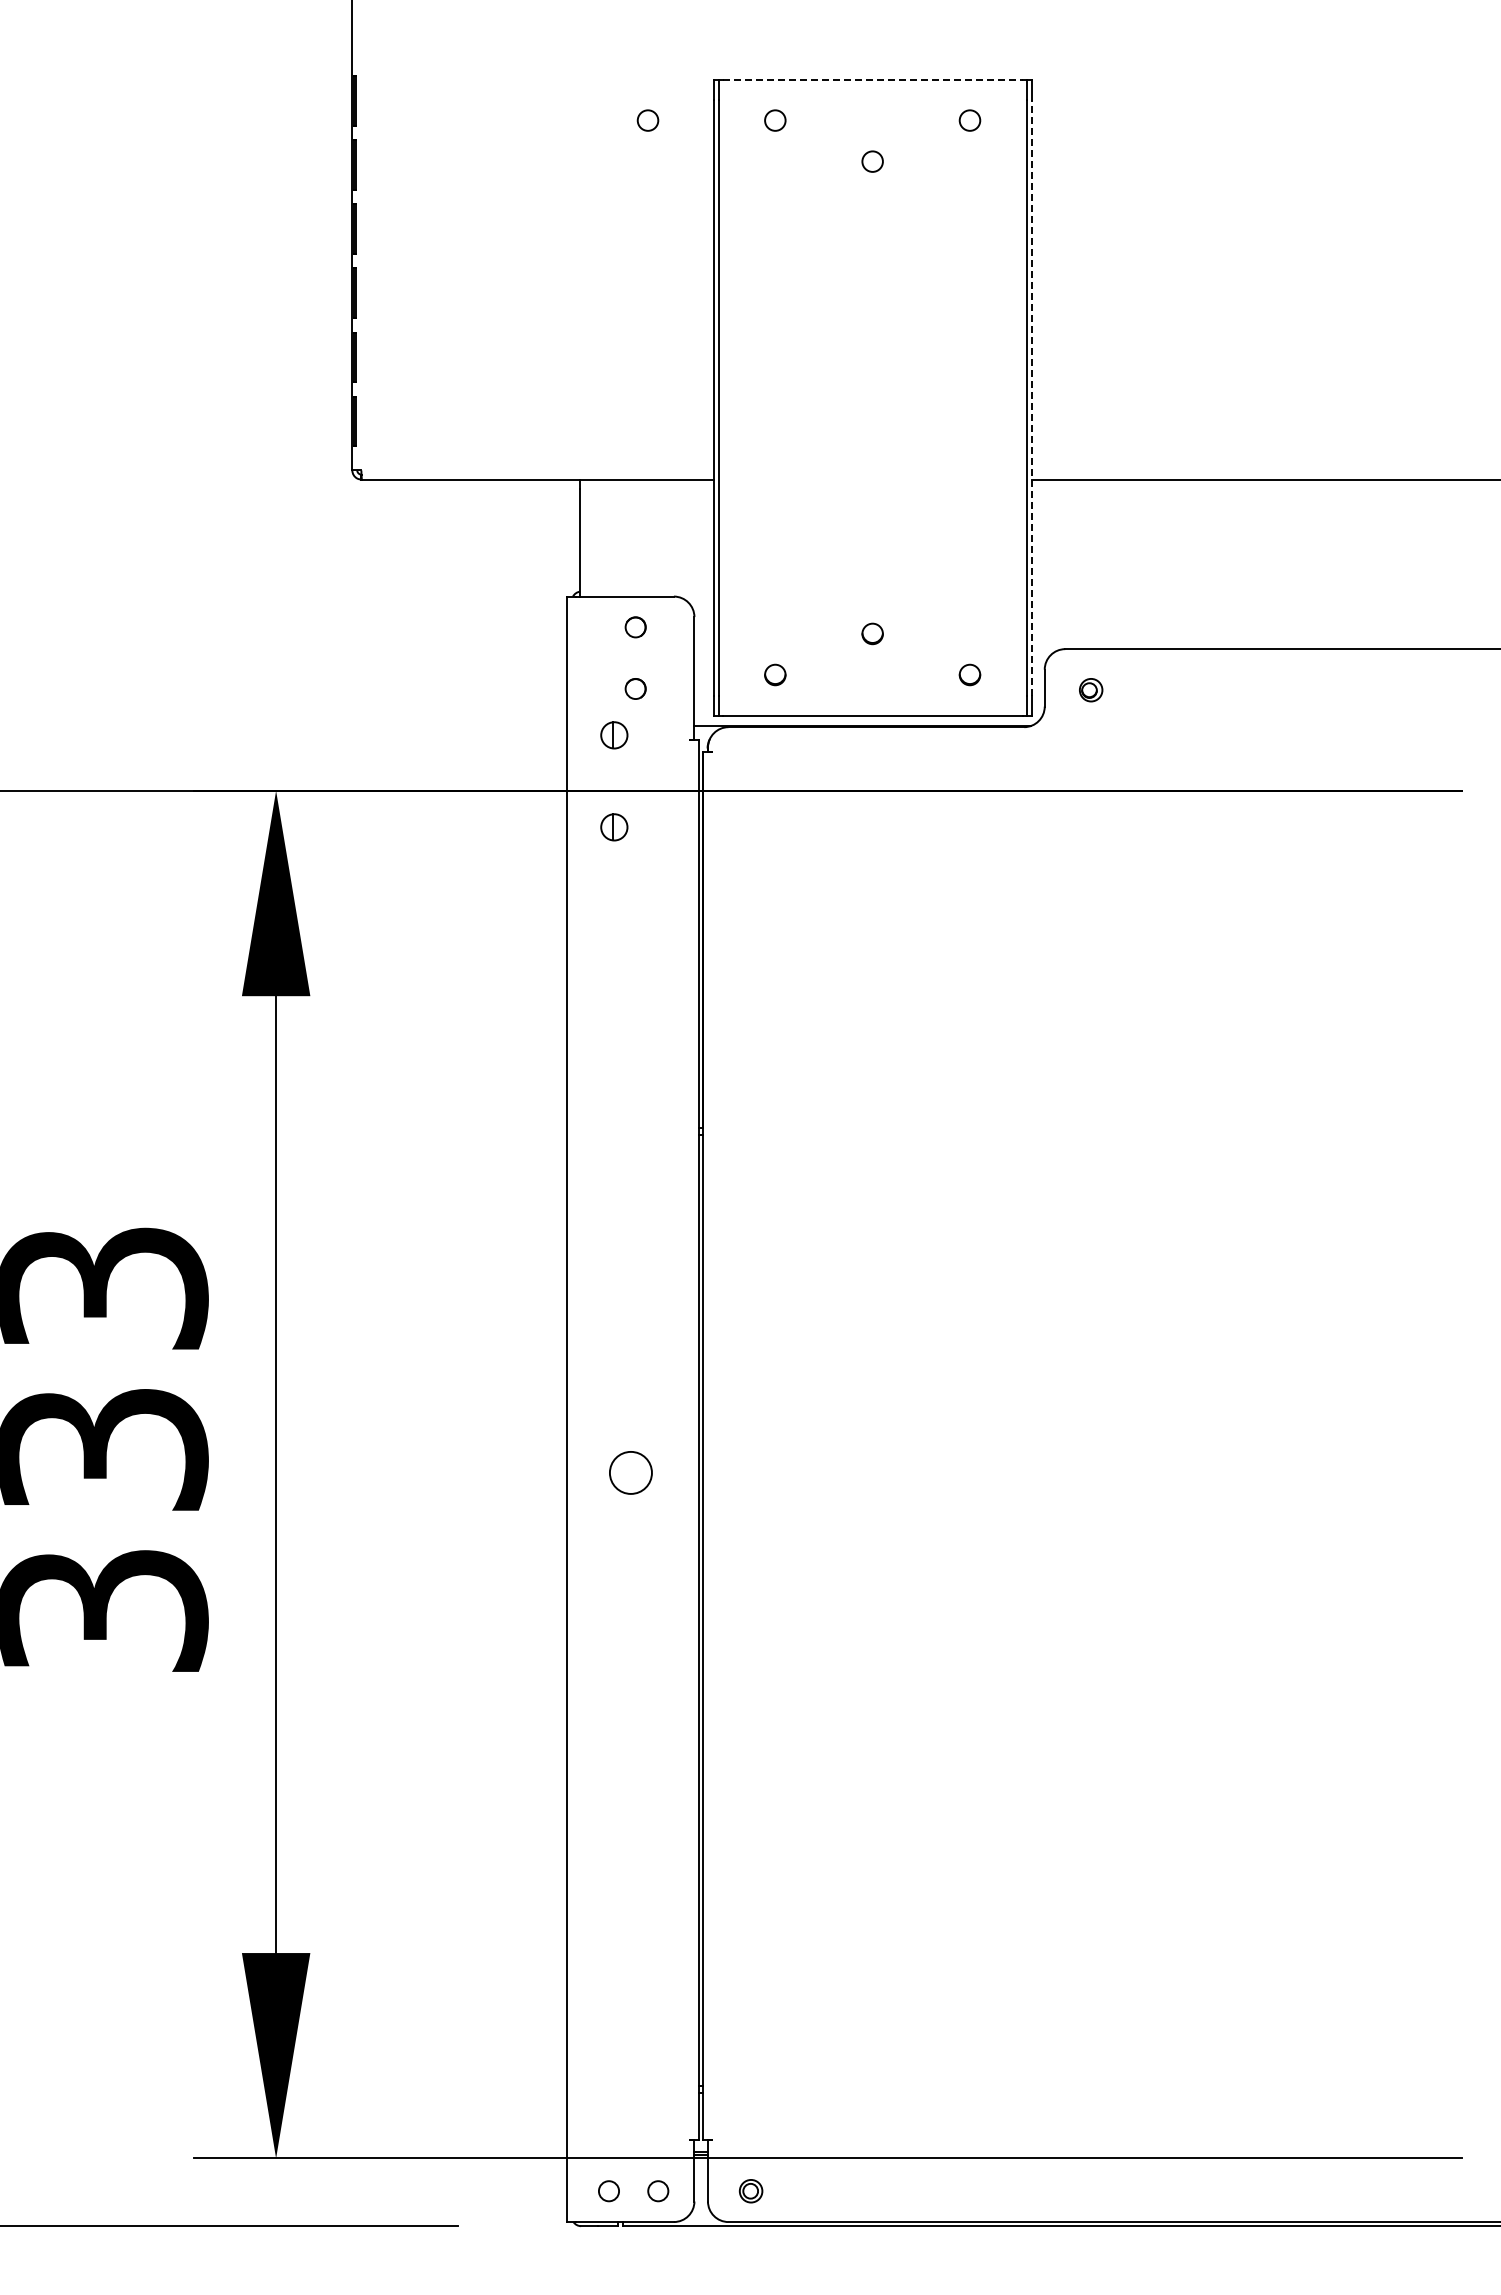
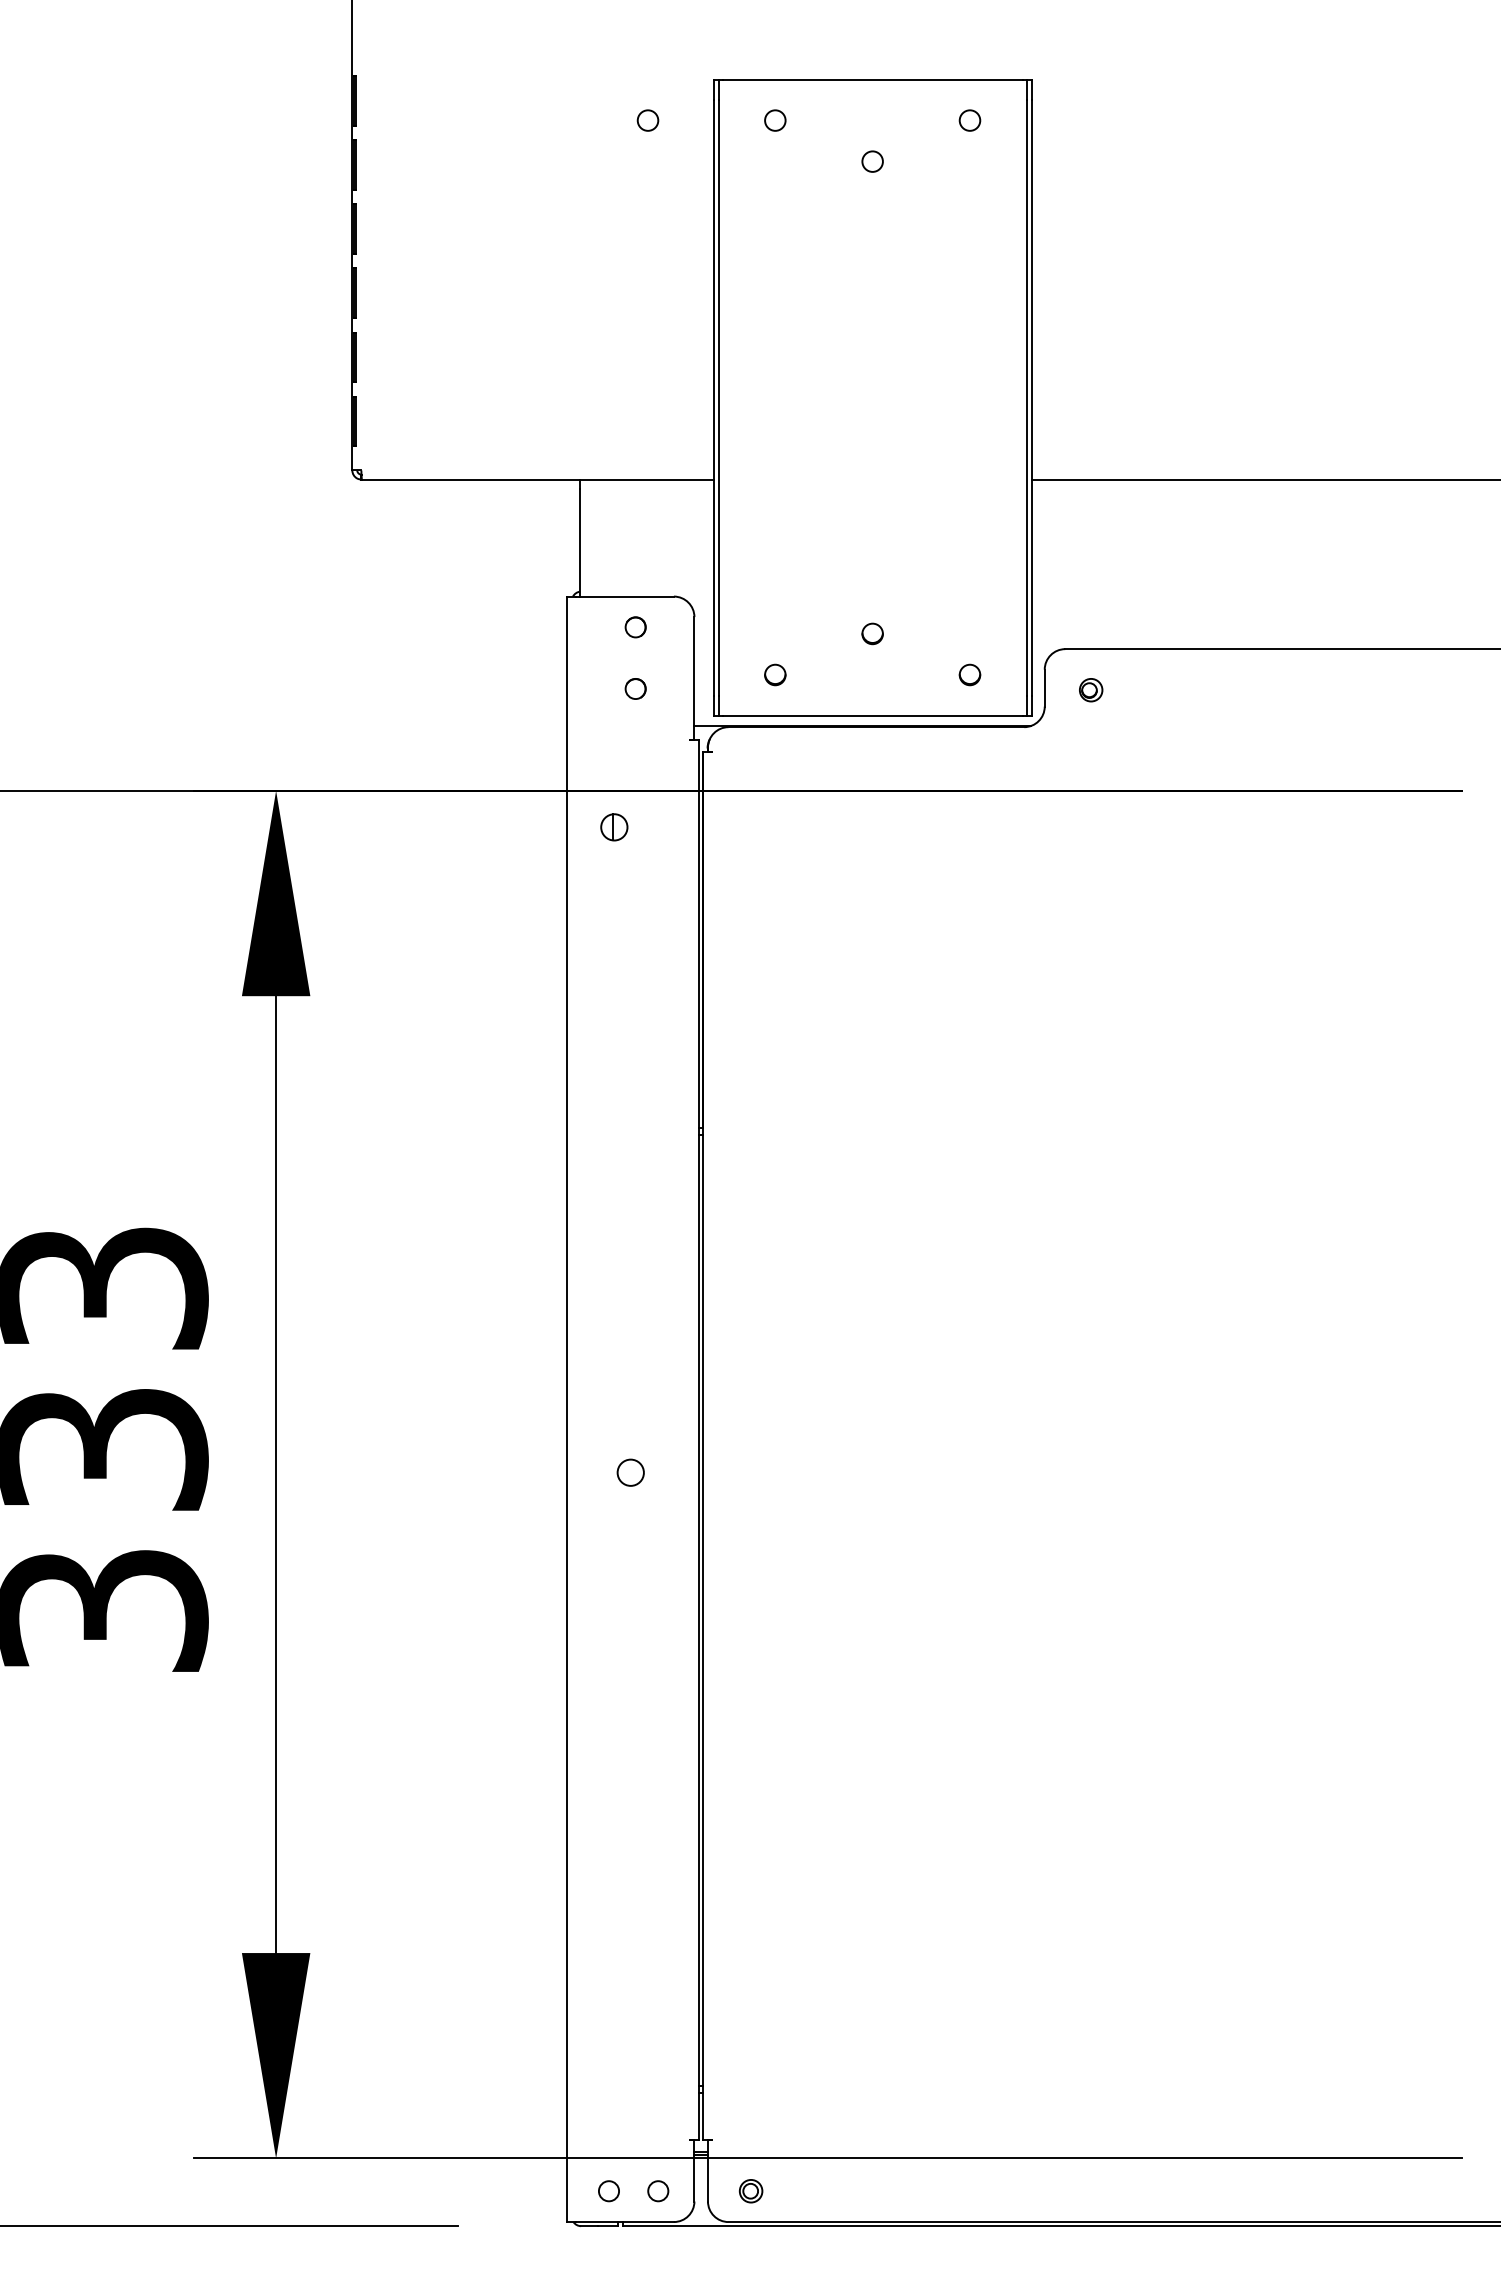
line at (872, 79): dashed -> solid
line at (1031, 397): dashed -> solid
part at (614, 735): present -> none
circle at (630, 1472) size: 44x44 px -> 29x29 px
